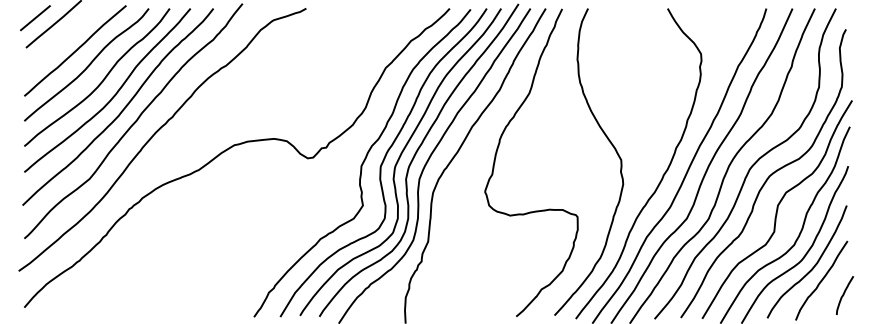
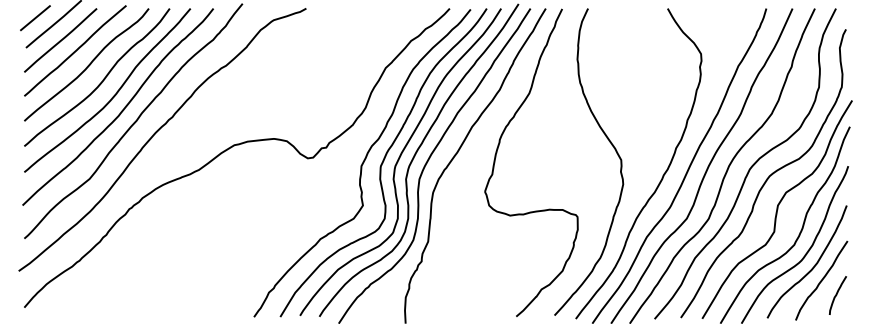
line at (60, 40): none -> present
curve at (844, 295) position: (844, 295) -> (837, 295)
